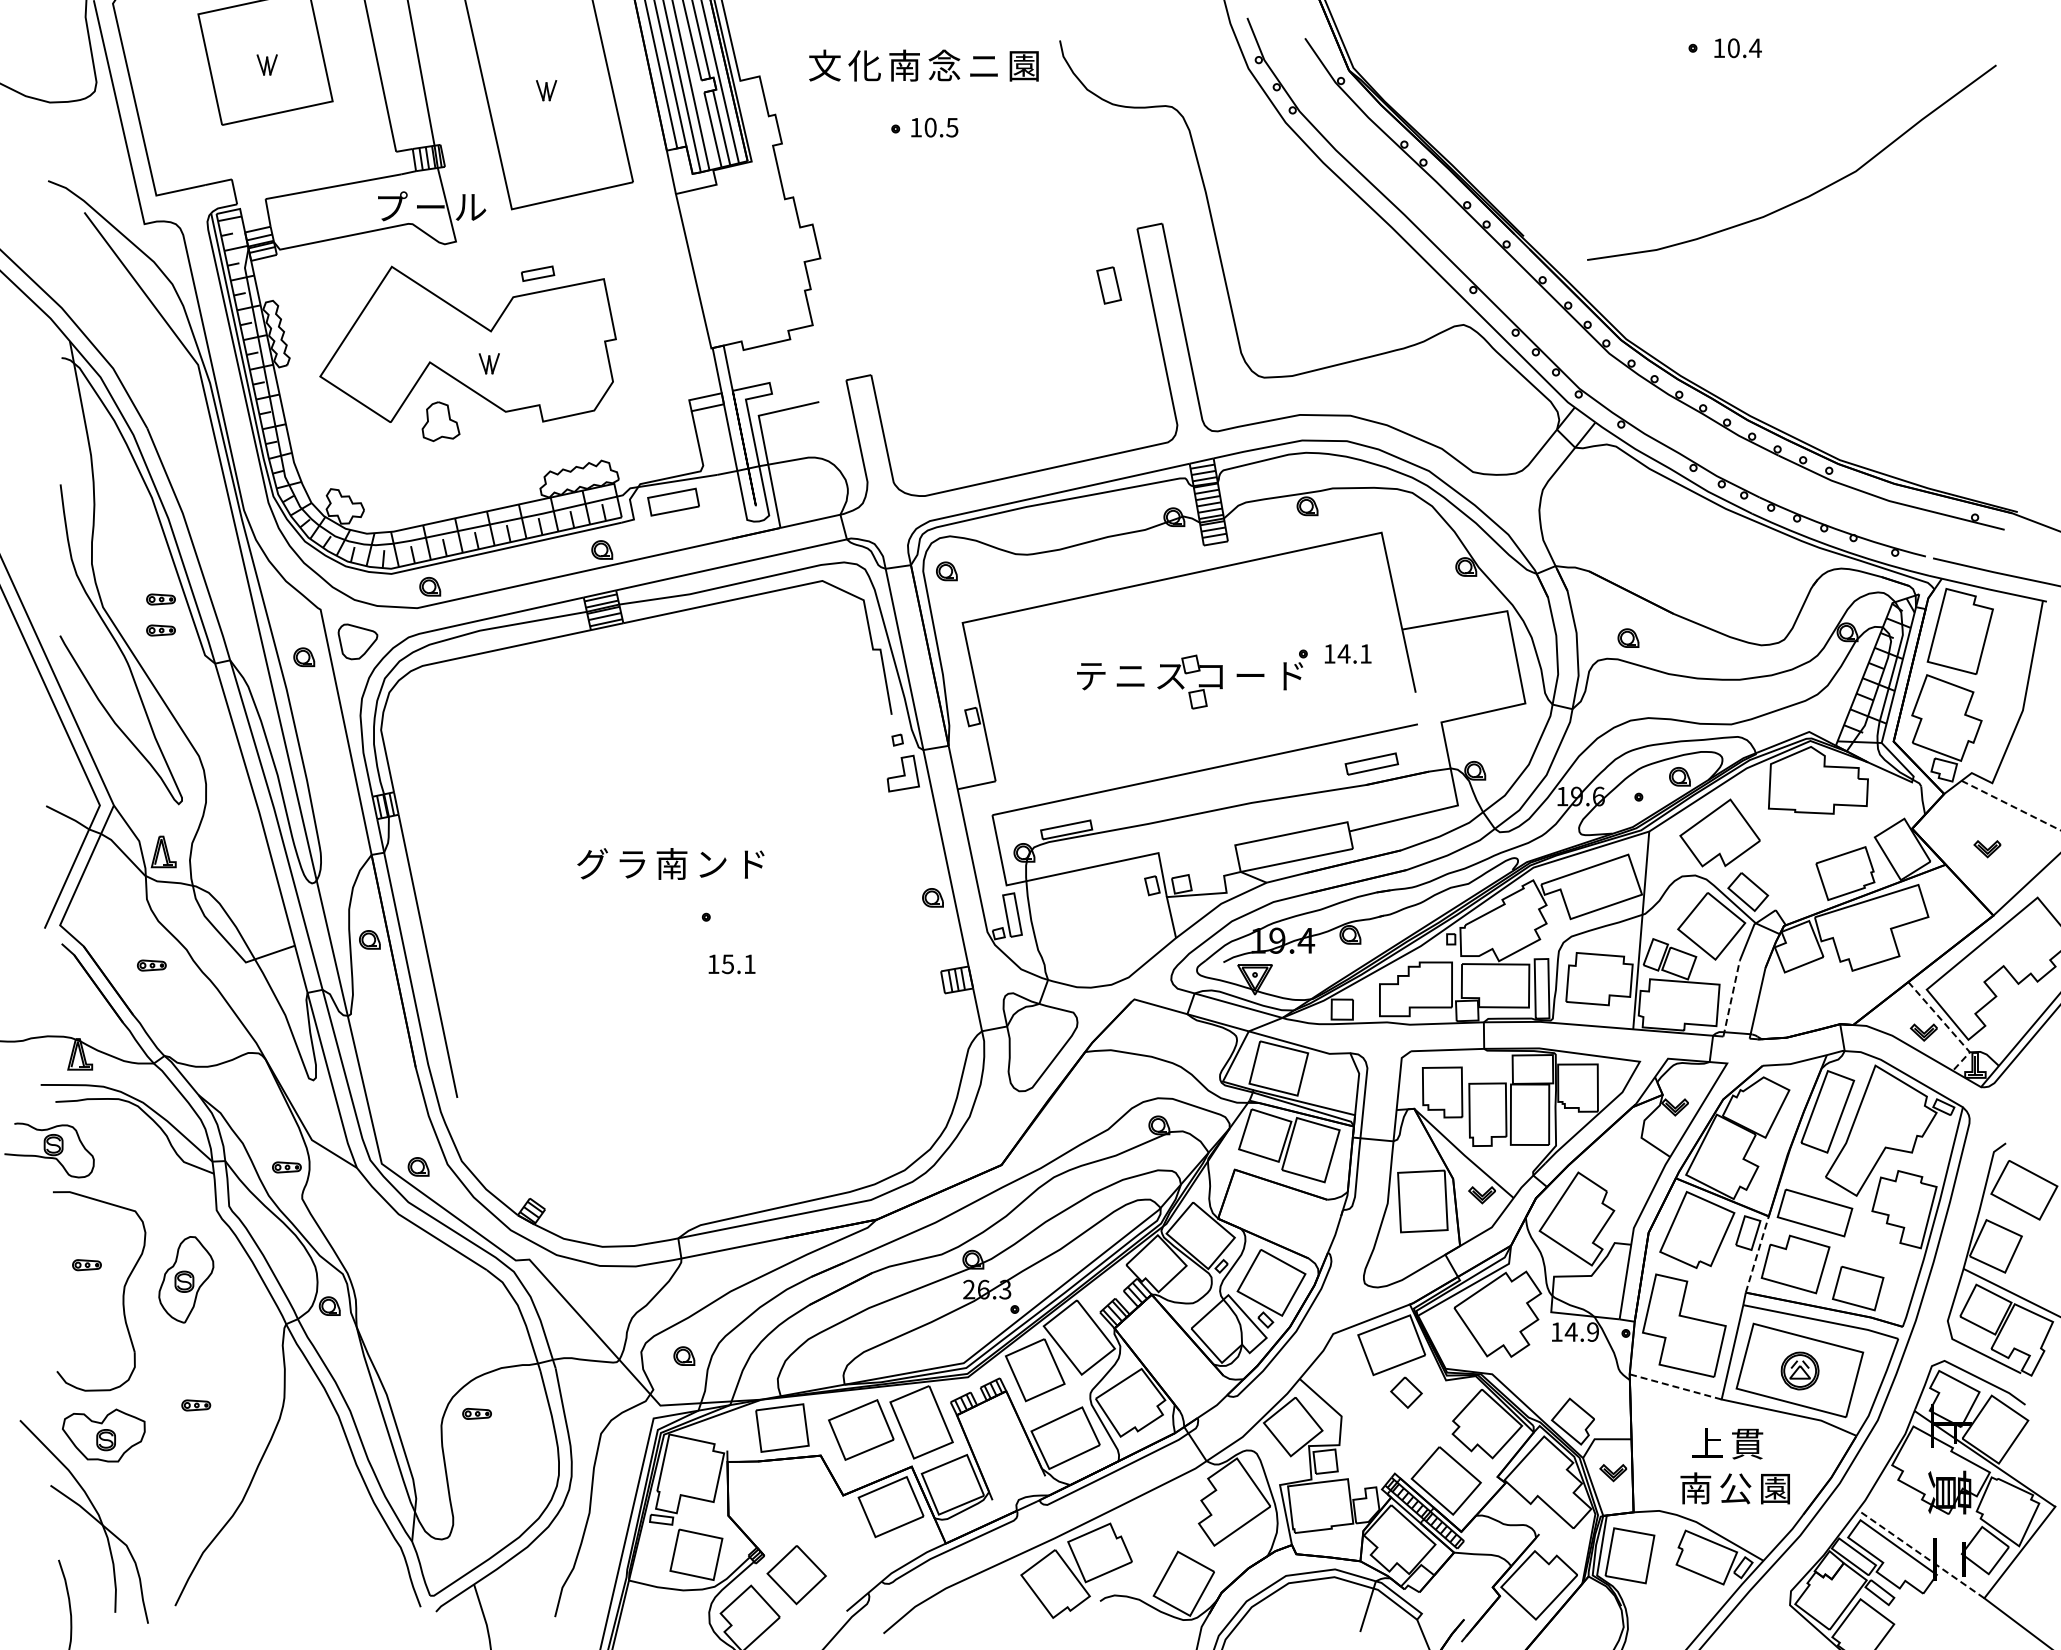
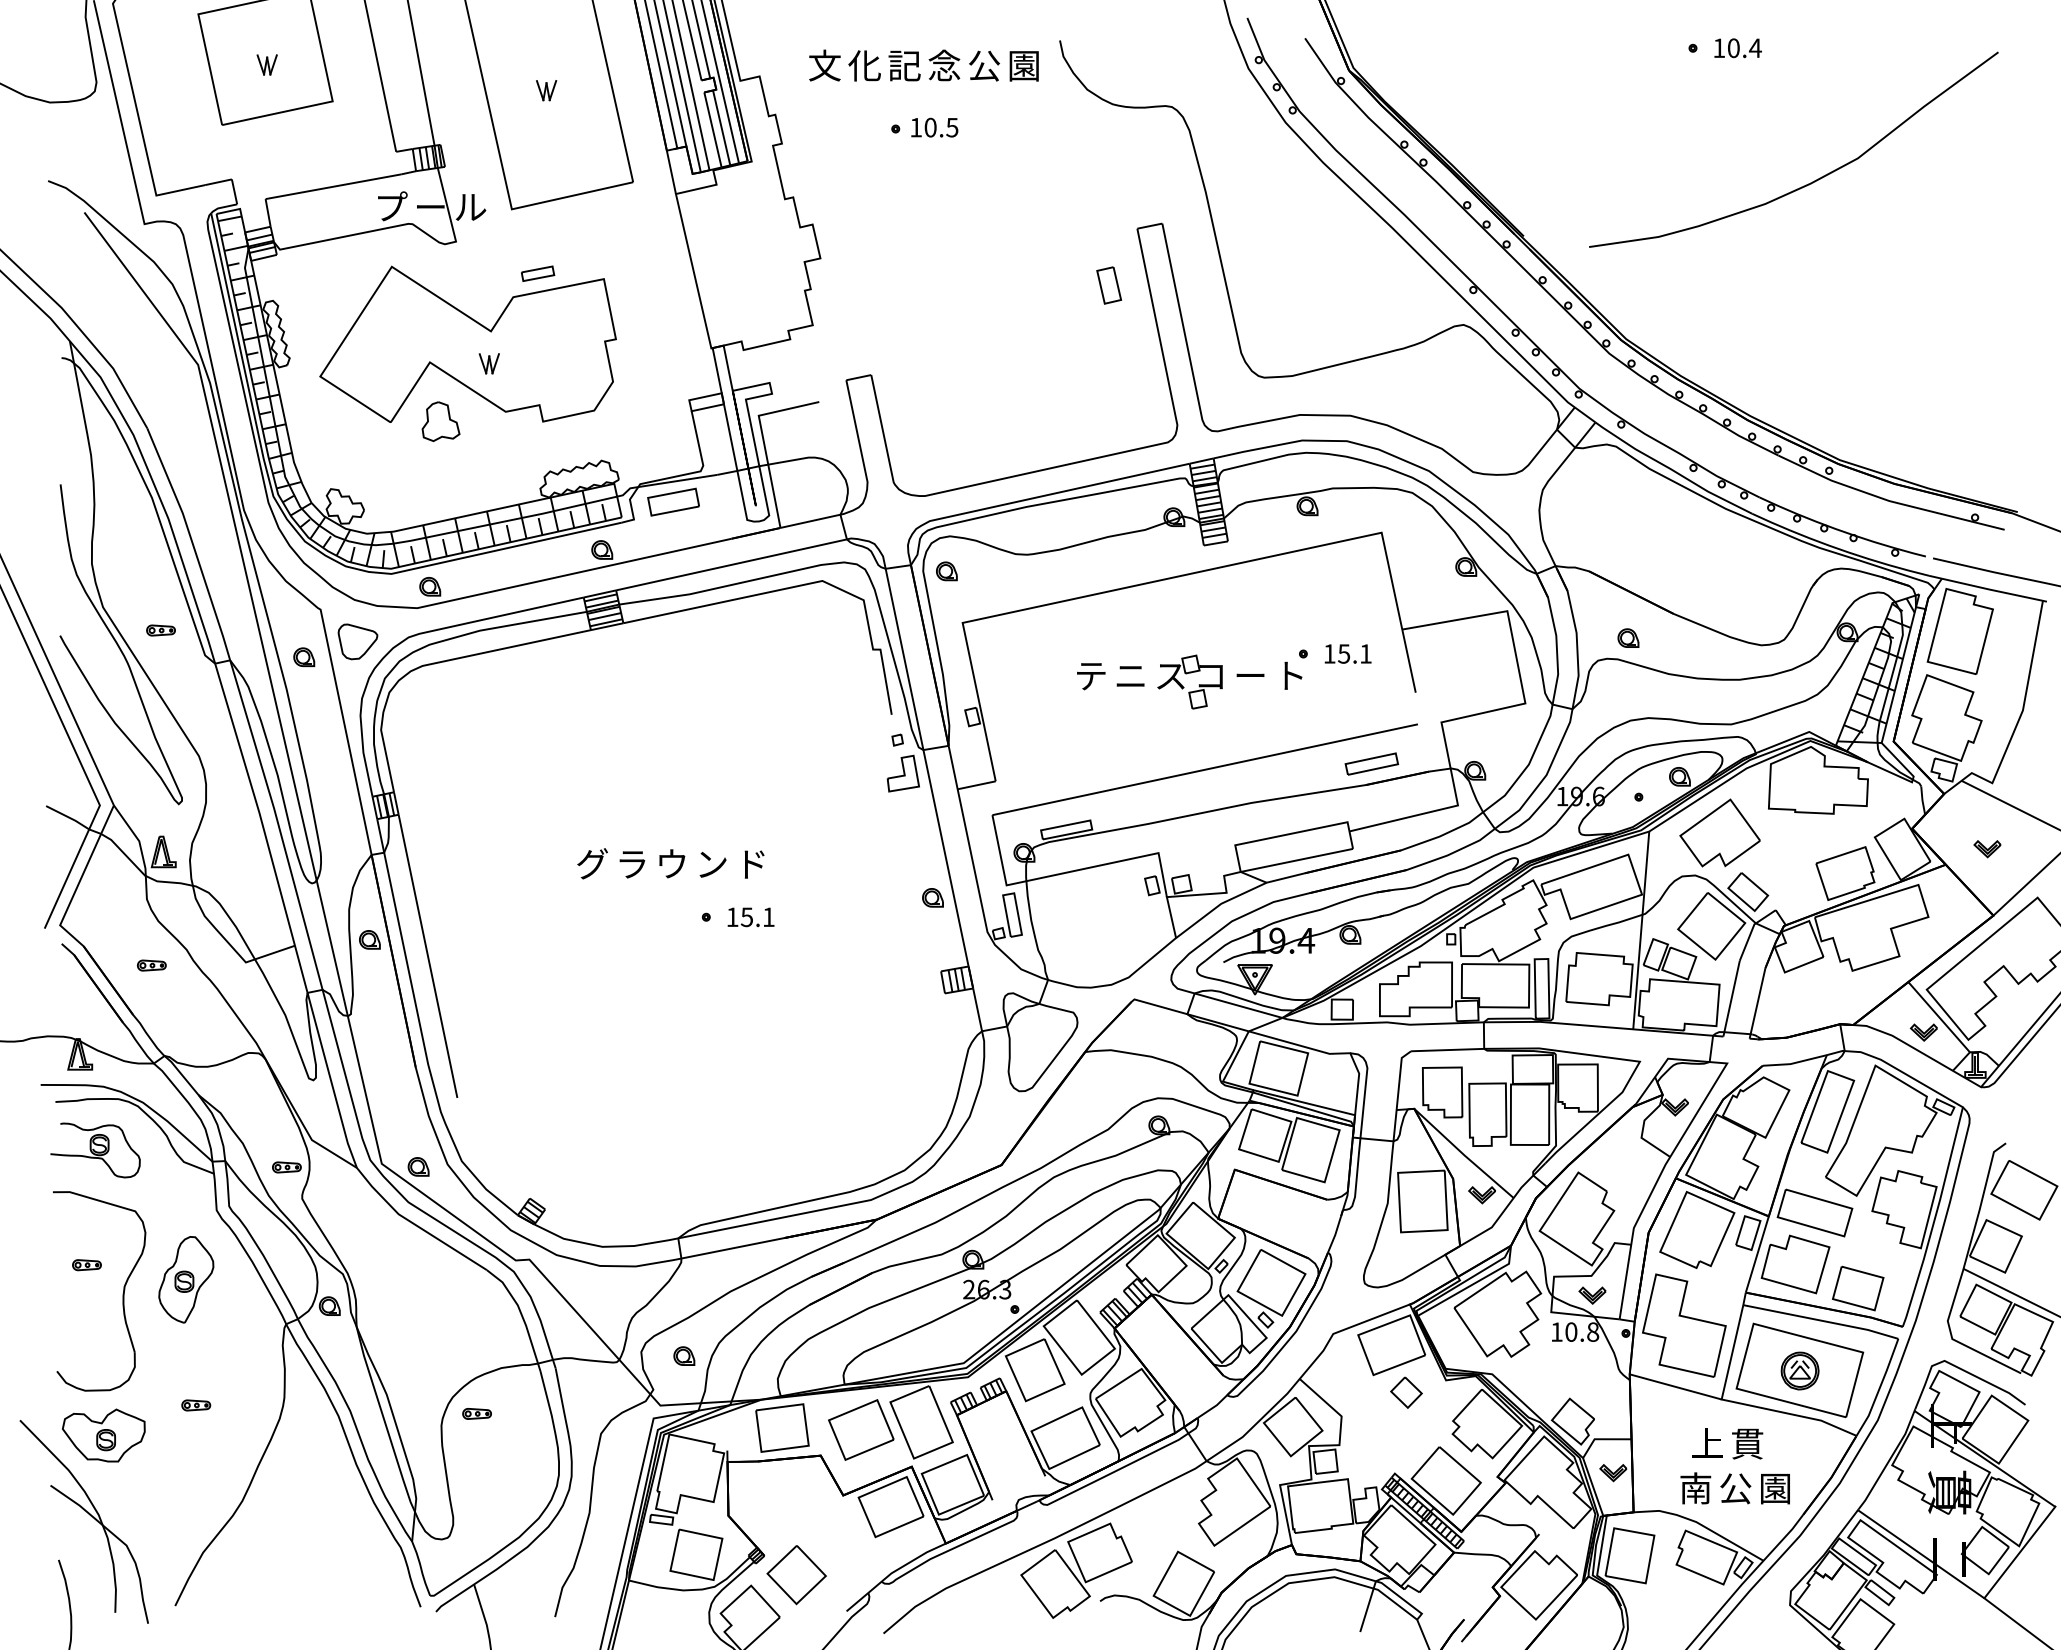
text at (904, 65): 南 -> 記
text at (984, 65): ニ -> 公
curve at (1808, 195) position: (1808, 195) -> (1810, 182)
part at (160, 599): present -> none
text at (1343, 653): 14.1 -> 15.1
text at (1293, 675): ド -> ト
line at (2011, 805): dashed -> solid
text at (671, 863): 南 -> ウ
text at (731, 964) position: (731, 964) -> (750, 917)
line at (1731, 998): dashed -> solid
line at (1948, 1027): dashed -> solid
part at (49, 1150) position: (49, 1150) -> (95, 1150)
line at (1757, 1254): dashed -> solid
part at (1592, 1295): none -> present
text at (1581, 1331): 14.9 -> 10.8
line at (1675, 1386): dashed -> solid
line at (1920, 1553): dashed -> solid
